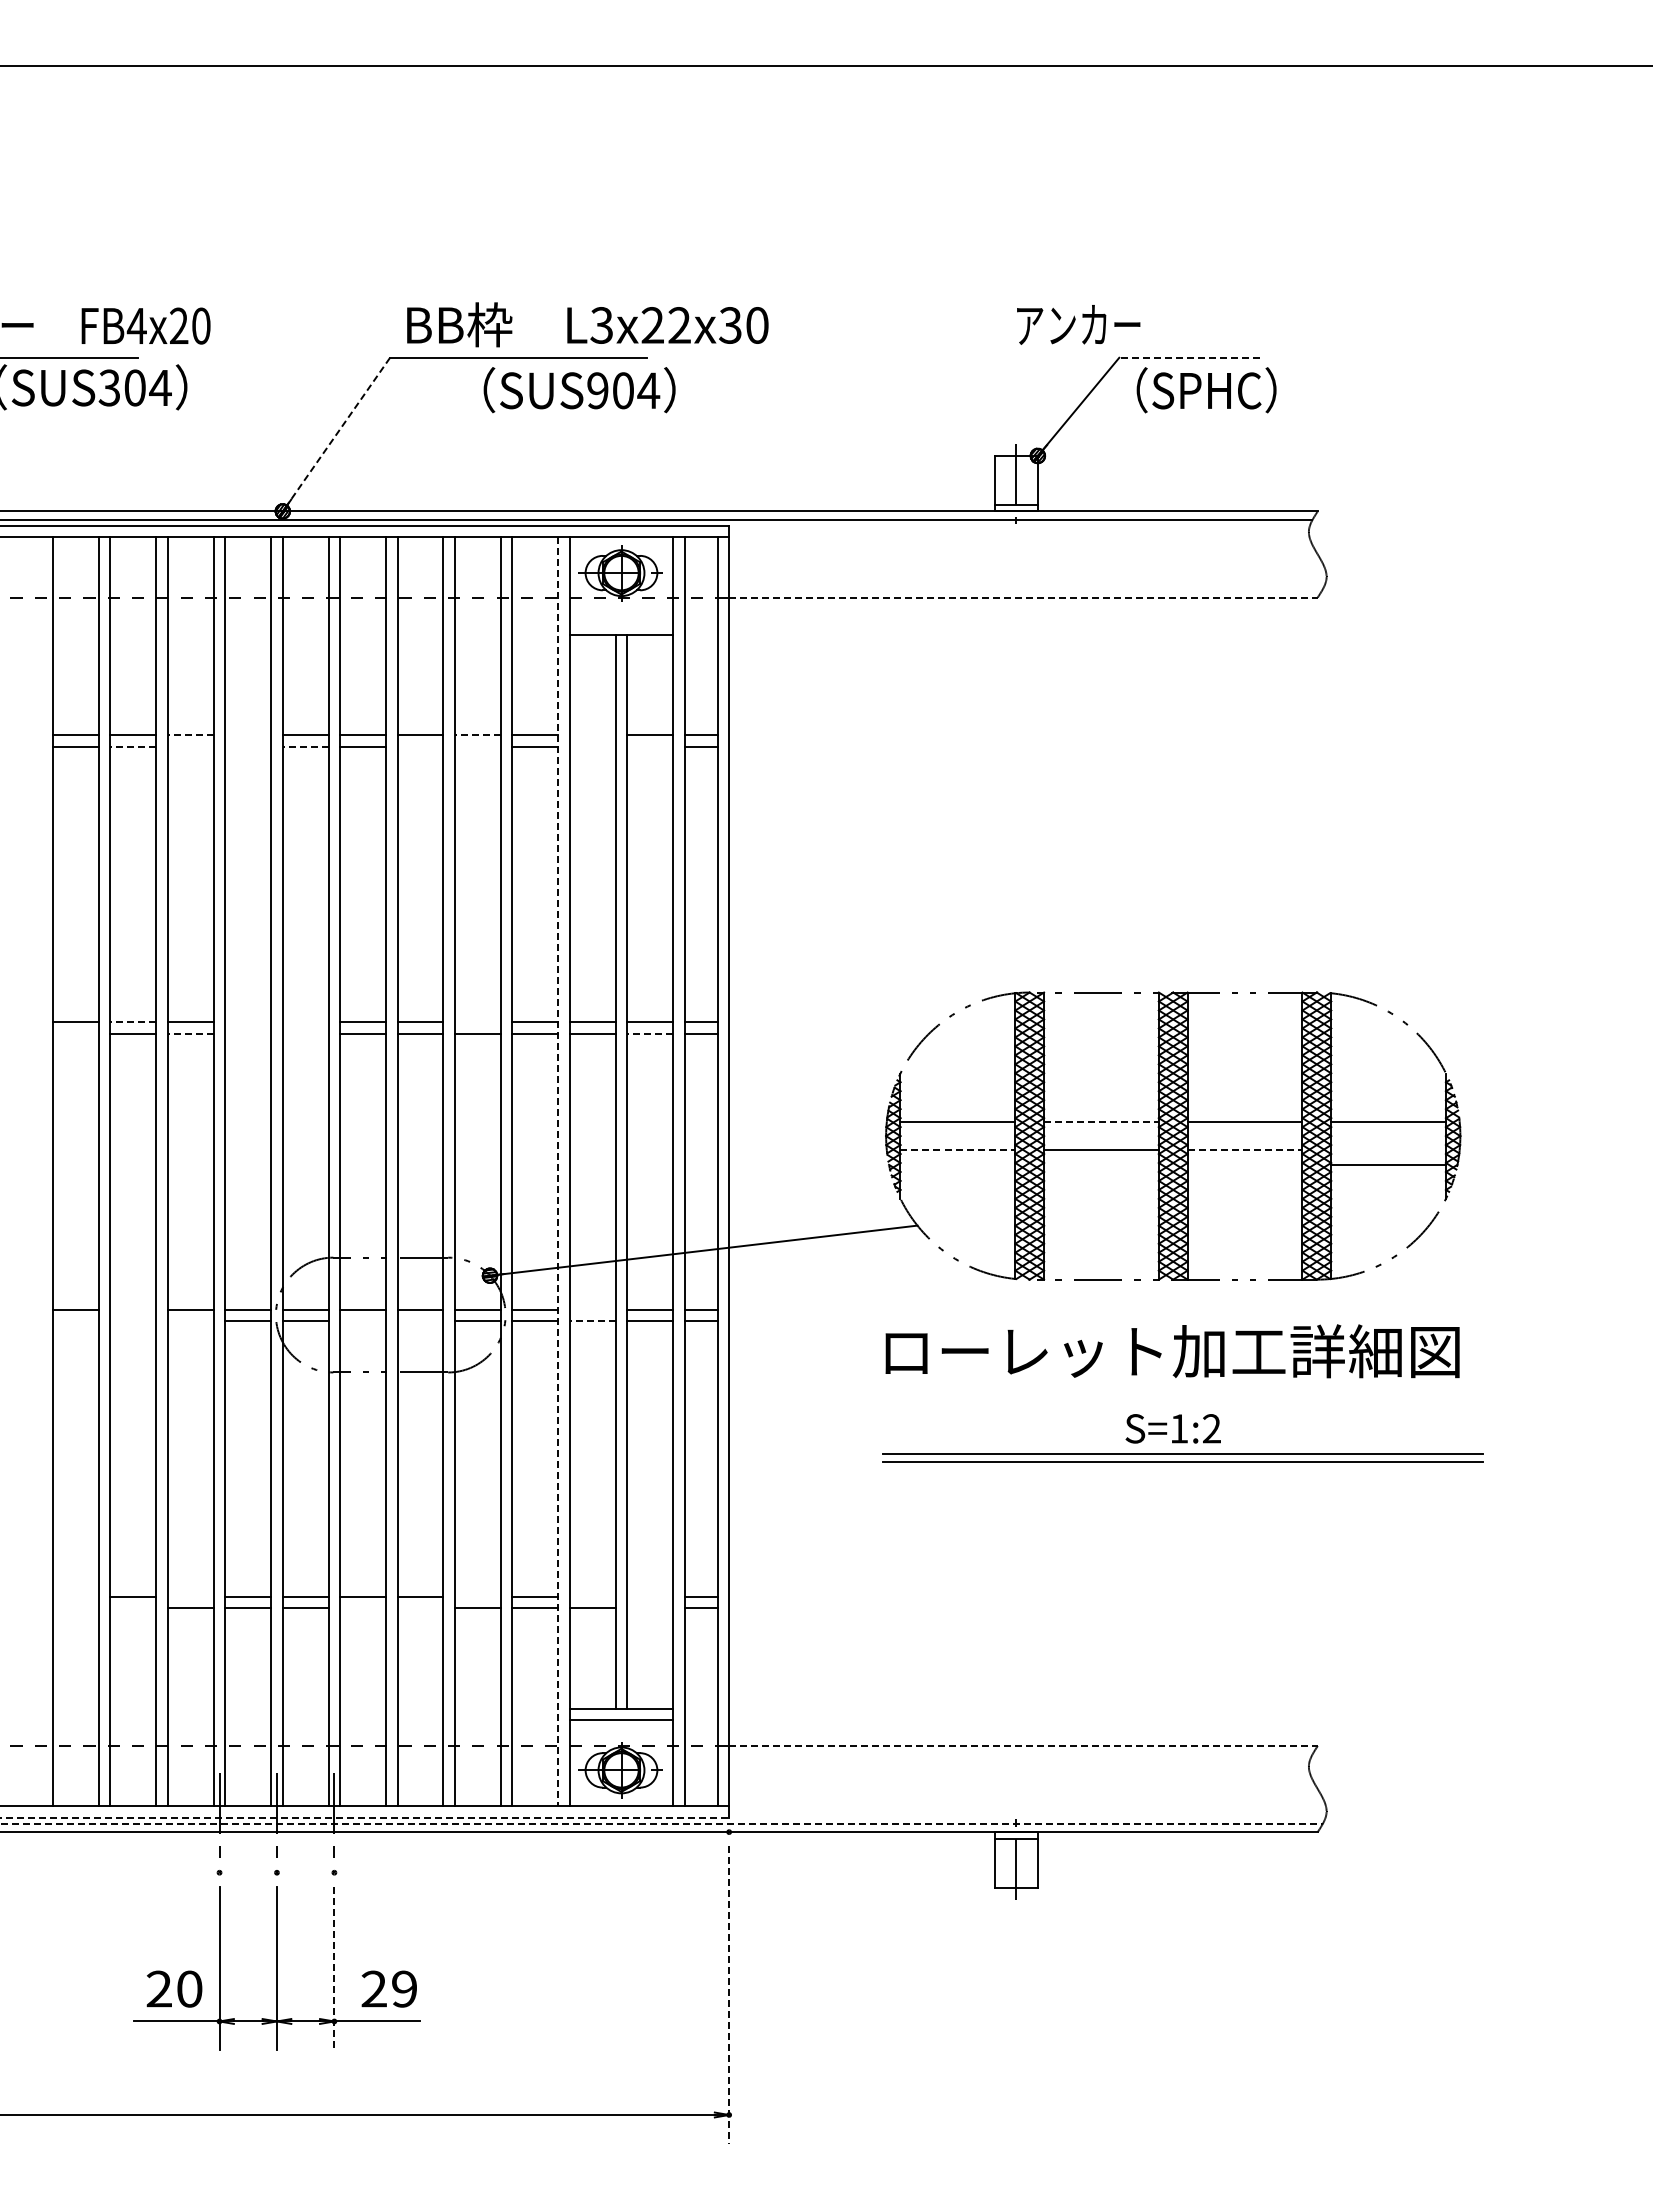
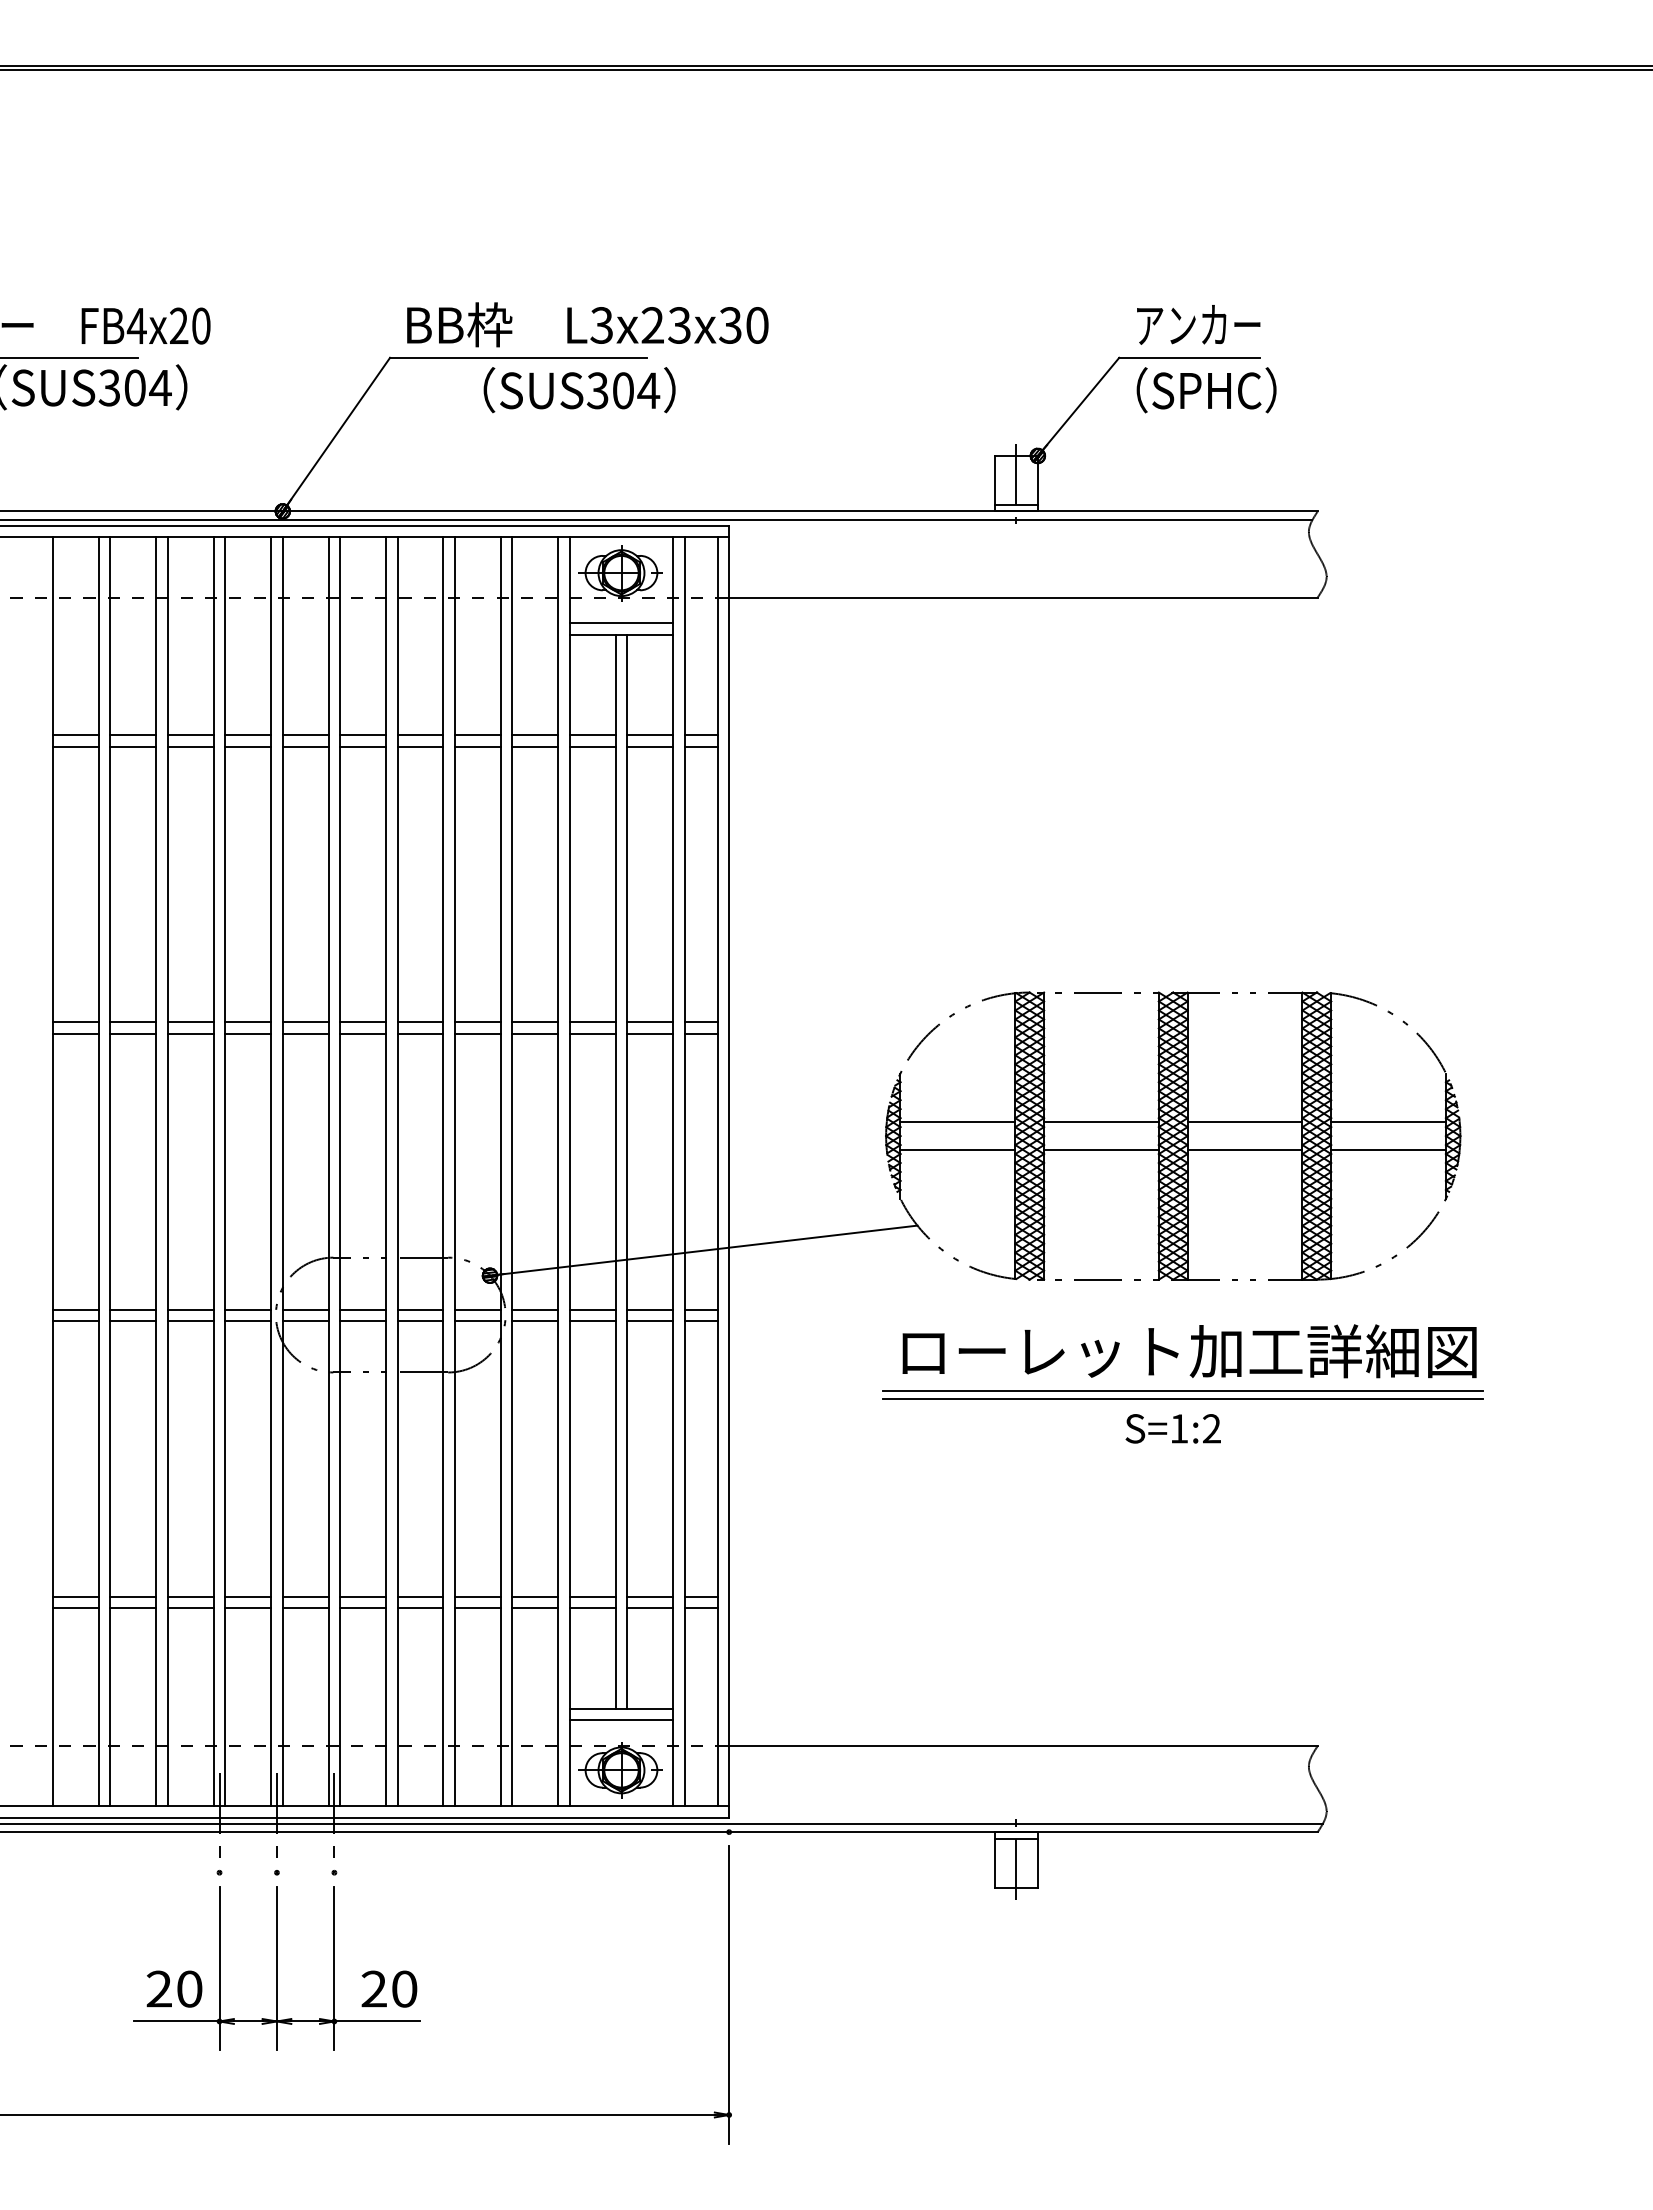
line at (825, 69): none -> present
text at (1078, 324) position: (1078, 324) -> (1198, 324)
text at (679, 325): L3x22x30 -> L3x23x30
line at (1189, 357): dashed -> solid
text at (597, 390): SUS904 -> SUS304
line at (336, 433): dashed -> solid
line at (1023, 597): dashed -> solid
line at (621, 623): none -> present
line at (190, 735): dashed -> solid
line at (248, 735): none -> present
line at (477, 735): dashed -> solid
line at (592, 735): none -> present
line at (133, 746): dashed -> solid
line at (190, 746): none -> present
line at (248, 746): none -> present
line at (305, 746): dashed -> solid
line at (420, 746): none -> present
line at (477, 746): none -> present
line at (592, 746): none -> present
line at (650, 746): none -> present
line at (133, 1022): dashed -> solid
line at (248, 1022): none -> present
line at (305, 1022): none -> present
line at (477, 1022): none -> present
line at (75, 1033): none -> present
line at (190, 1033): dashed -> solid
line at (248, 1033): none -> present
line at (305, 1033): none -> present
line at (650, 1033): dashed -> solid
line at (1101, 1121): dashed -> solid
line at (958, 1150): dashed -> solid
line at (1245, 1150): dashed -> solid
line at (1388, 1165) position: (1388, 1165) -> (1388, 1150)
line at (558, 1171): dashed -> solid
line at (133, 1309): none -> present
line at (592, 1309): none -> present
line at (75, 1321): none -> present
line at (133, 1321): none -> present
line at (190, 1321): none -> present
line at (363, 1321): none -> present
line at (420, 1321): none -> present
line at (592, 1321): dashed -> solid
text at (1172, 1351) position: (1172, 1351) -> (1189, 1351)
part at (1182, 1457) position: (1182, 1457) -> (1182, 1394)
line at (75, 1596): none -> present
line at (190, 1596): none -> present
line at (477, 1596): none -> present
line at (592, 1596): none -> present
line at (650, 1596): none -> present
line at (75, 1608): none -> present
line at (133, 1608): none -> present
line at (363, 1608): none -> present
line at (420, 1608): none -> present
line at (650, 1608): none -> present
line at (1023, 1745): dashed -> solid
line at (365, 1817): dashed -> solid
line at (662, 1823): dashed -> solid
line at (334, 1968): dashed -> solid
text at (404, 1988): 29 -> 20
line at (729, 1995): dashed -> solid
